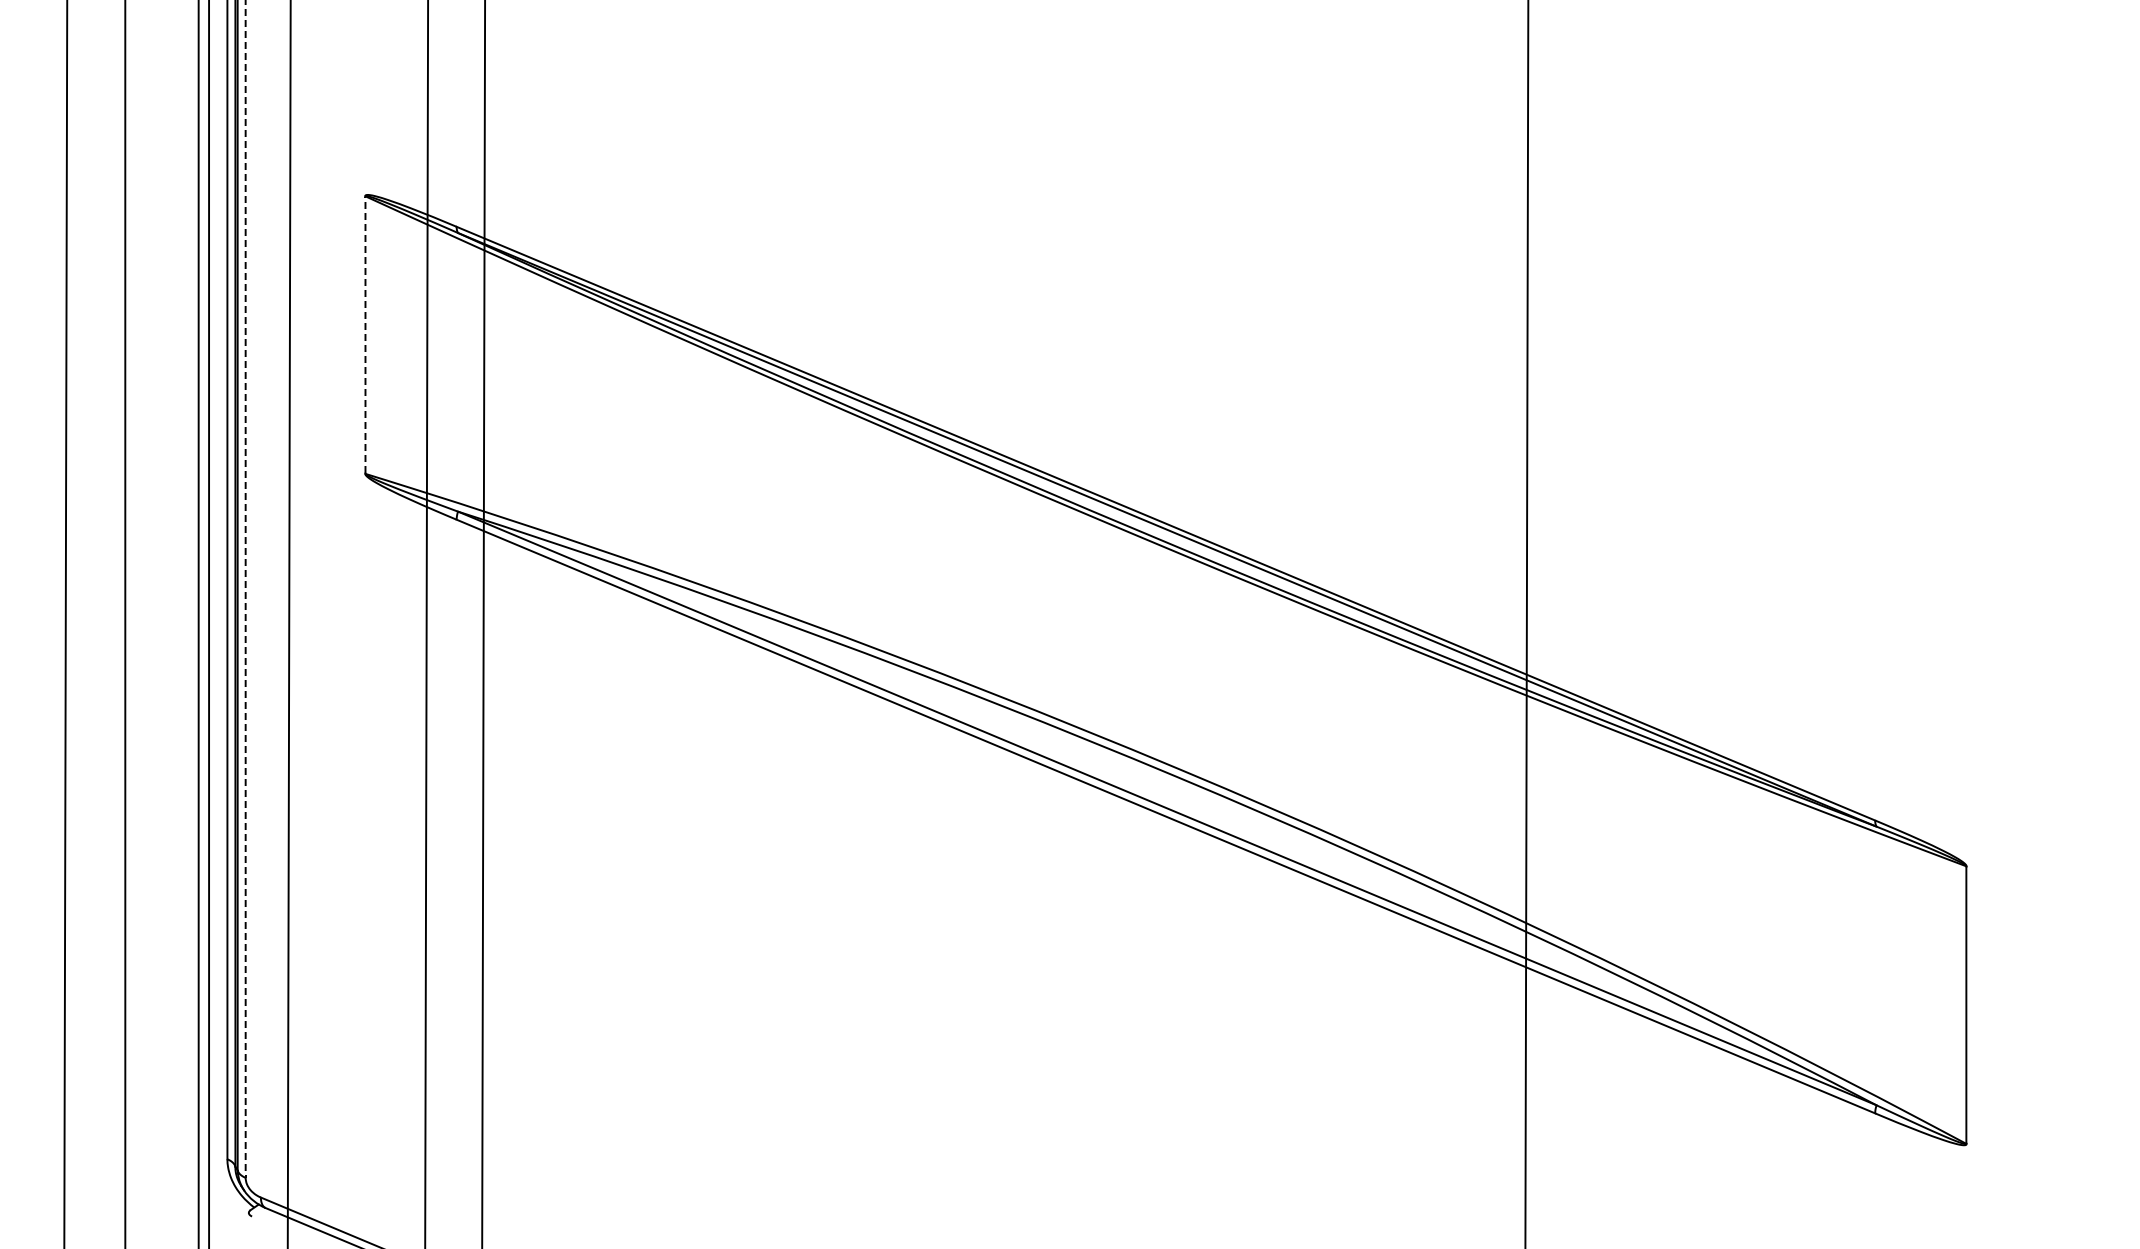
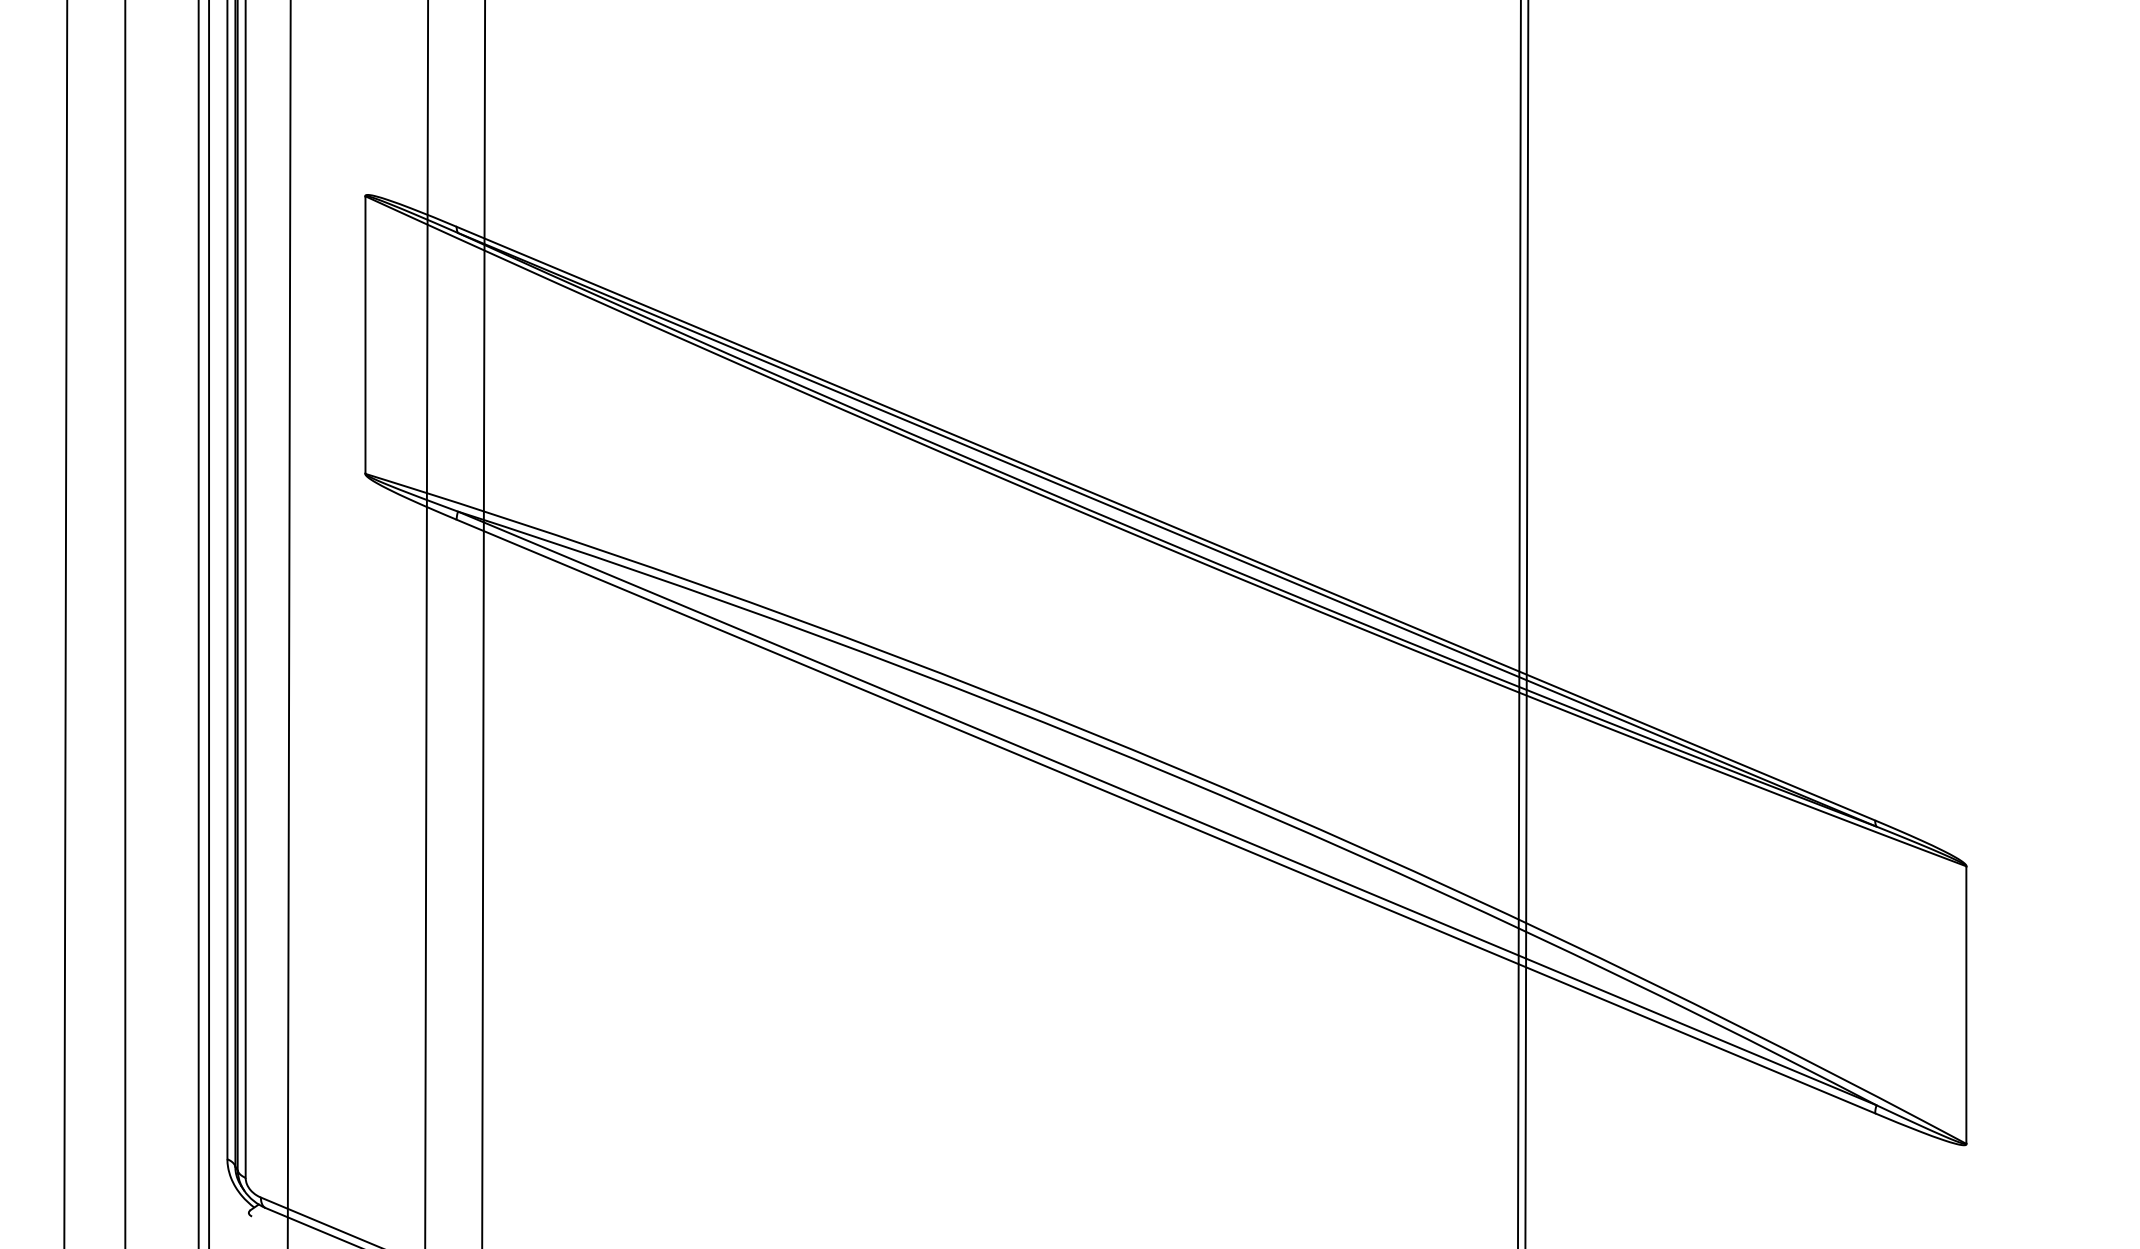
line at (365, 335): dashed -> solid
line at (245, 589): dashed -> solid
line at (1519, 623): none -> present
